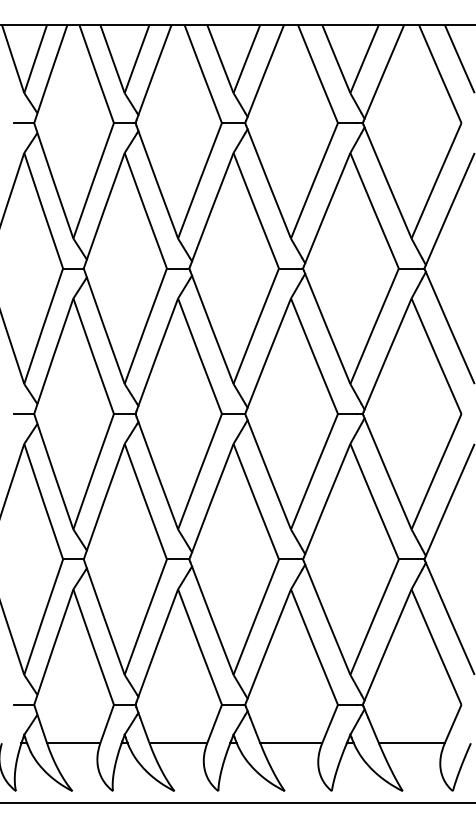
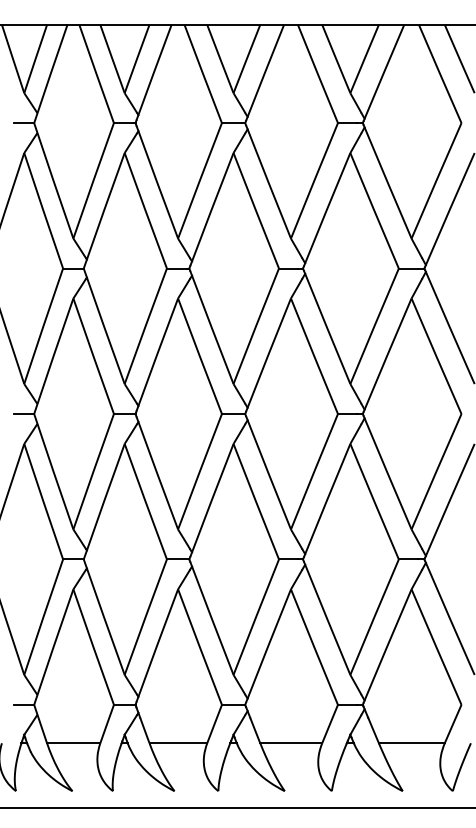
line at (237, 803) position: (237, 803) -> (237, 808)
